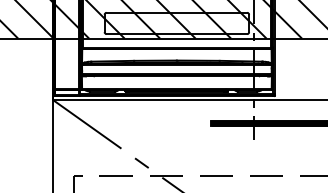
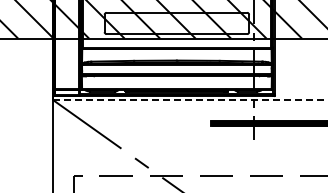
line at (190, 100): solid -> dashed
